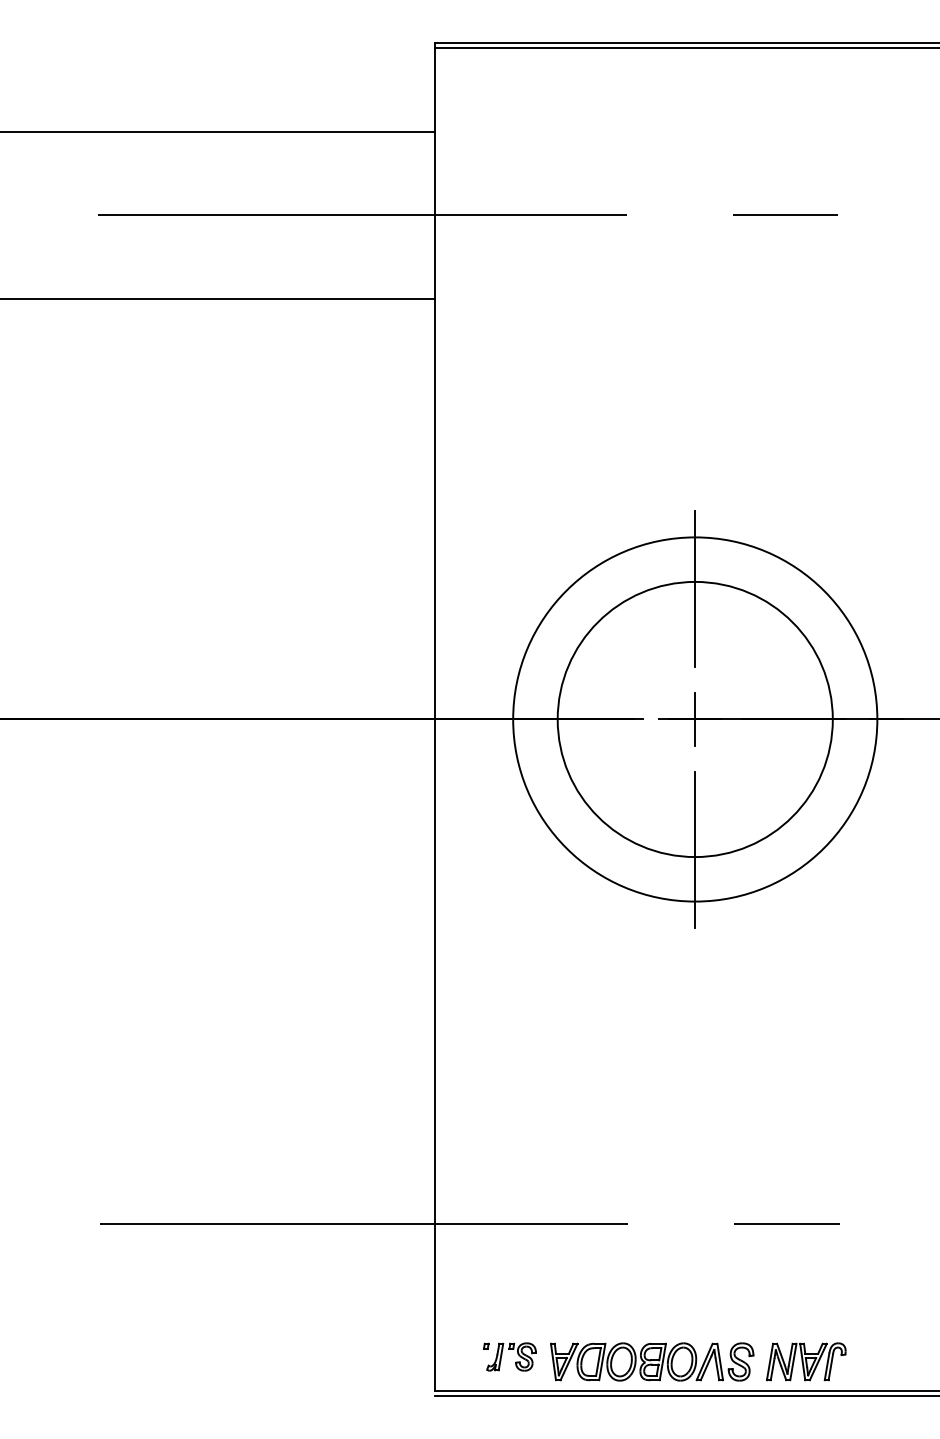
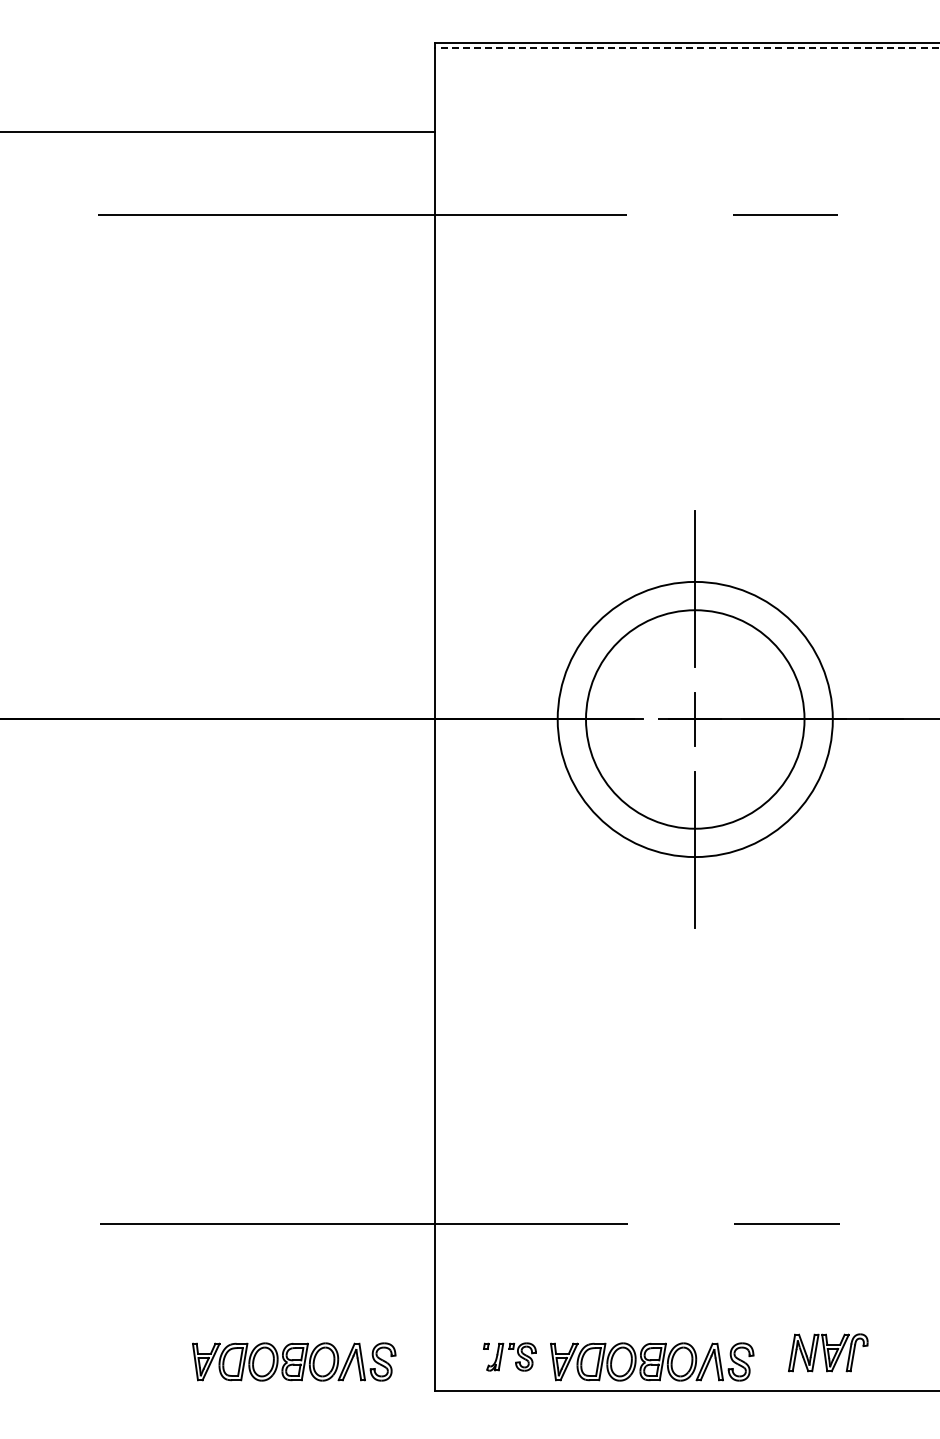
line at (686, 48): solid -> dashed
line at (218, 298): present -> none
circle at (695, 719) diameter: 364 px -> 219 px
part at (294, 1361): none -> present
part at (806, 1361) position: (806, 1361) -> (828, 1352)
line at (685, 1395): present -> none
